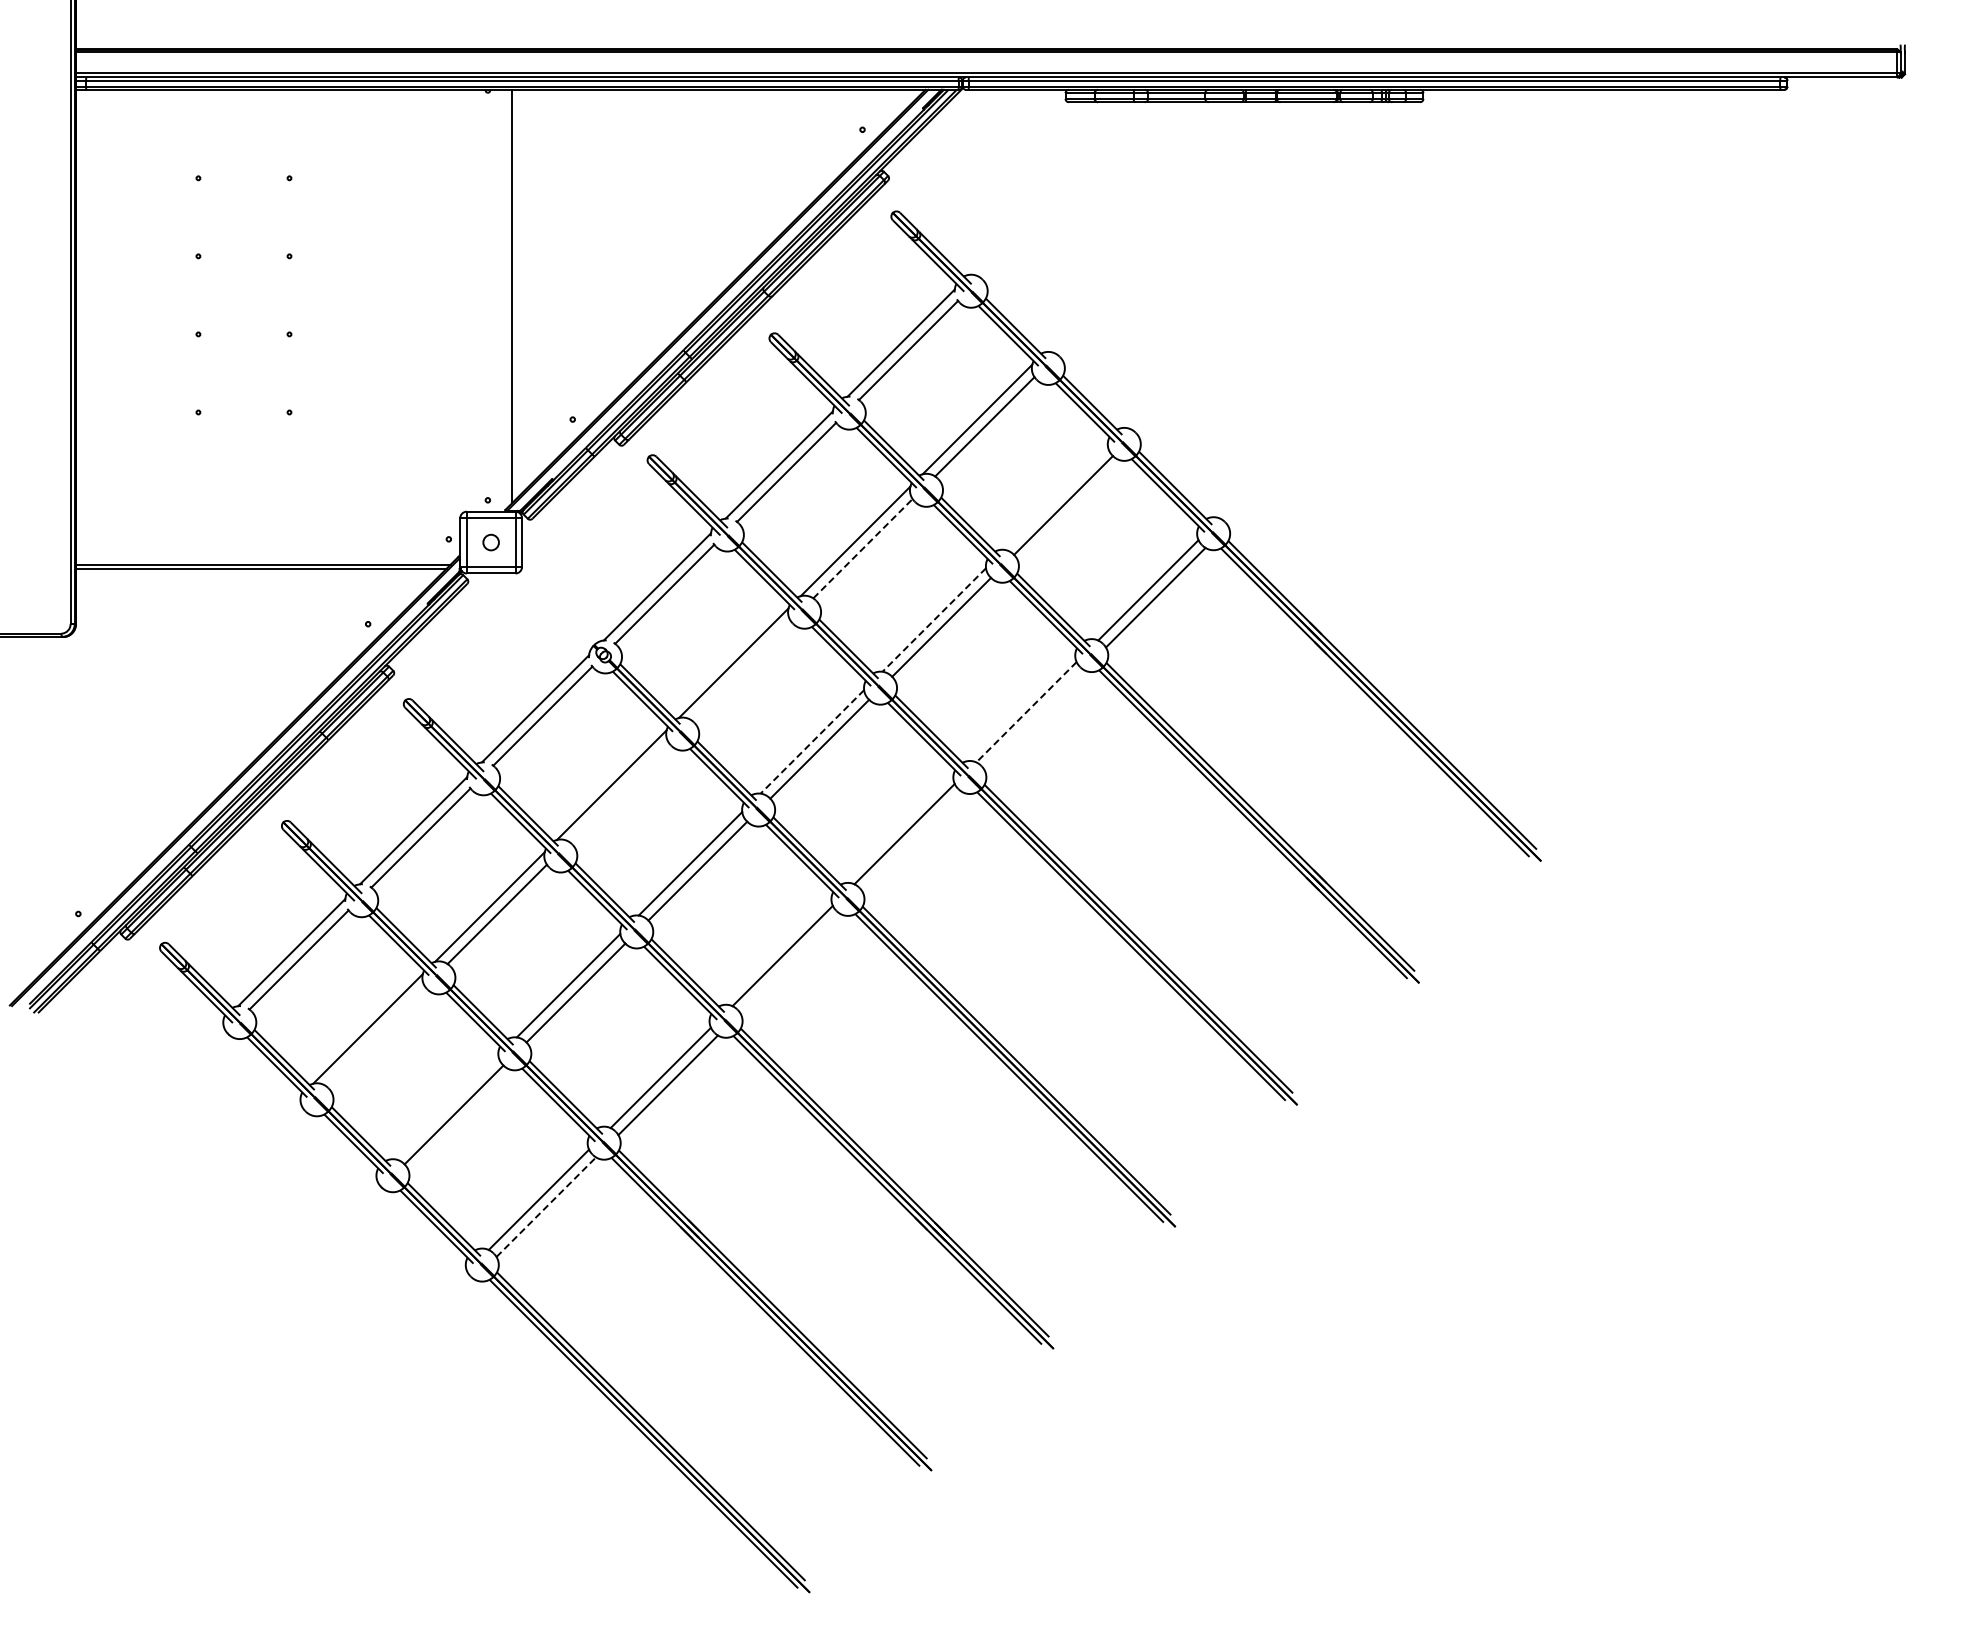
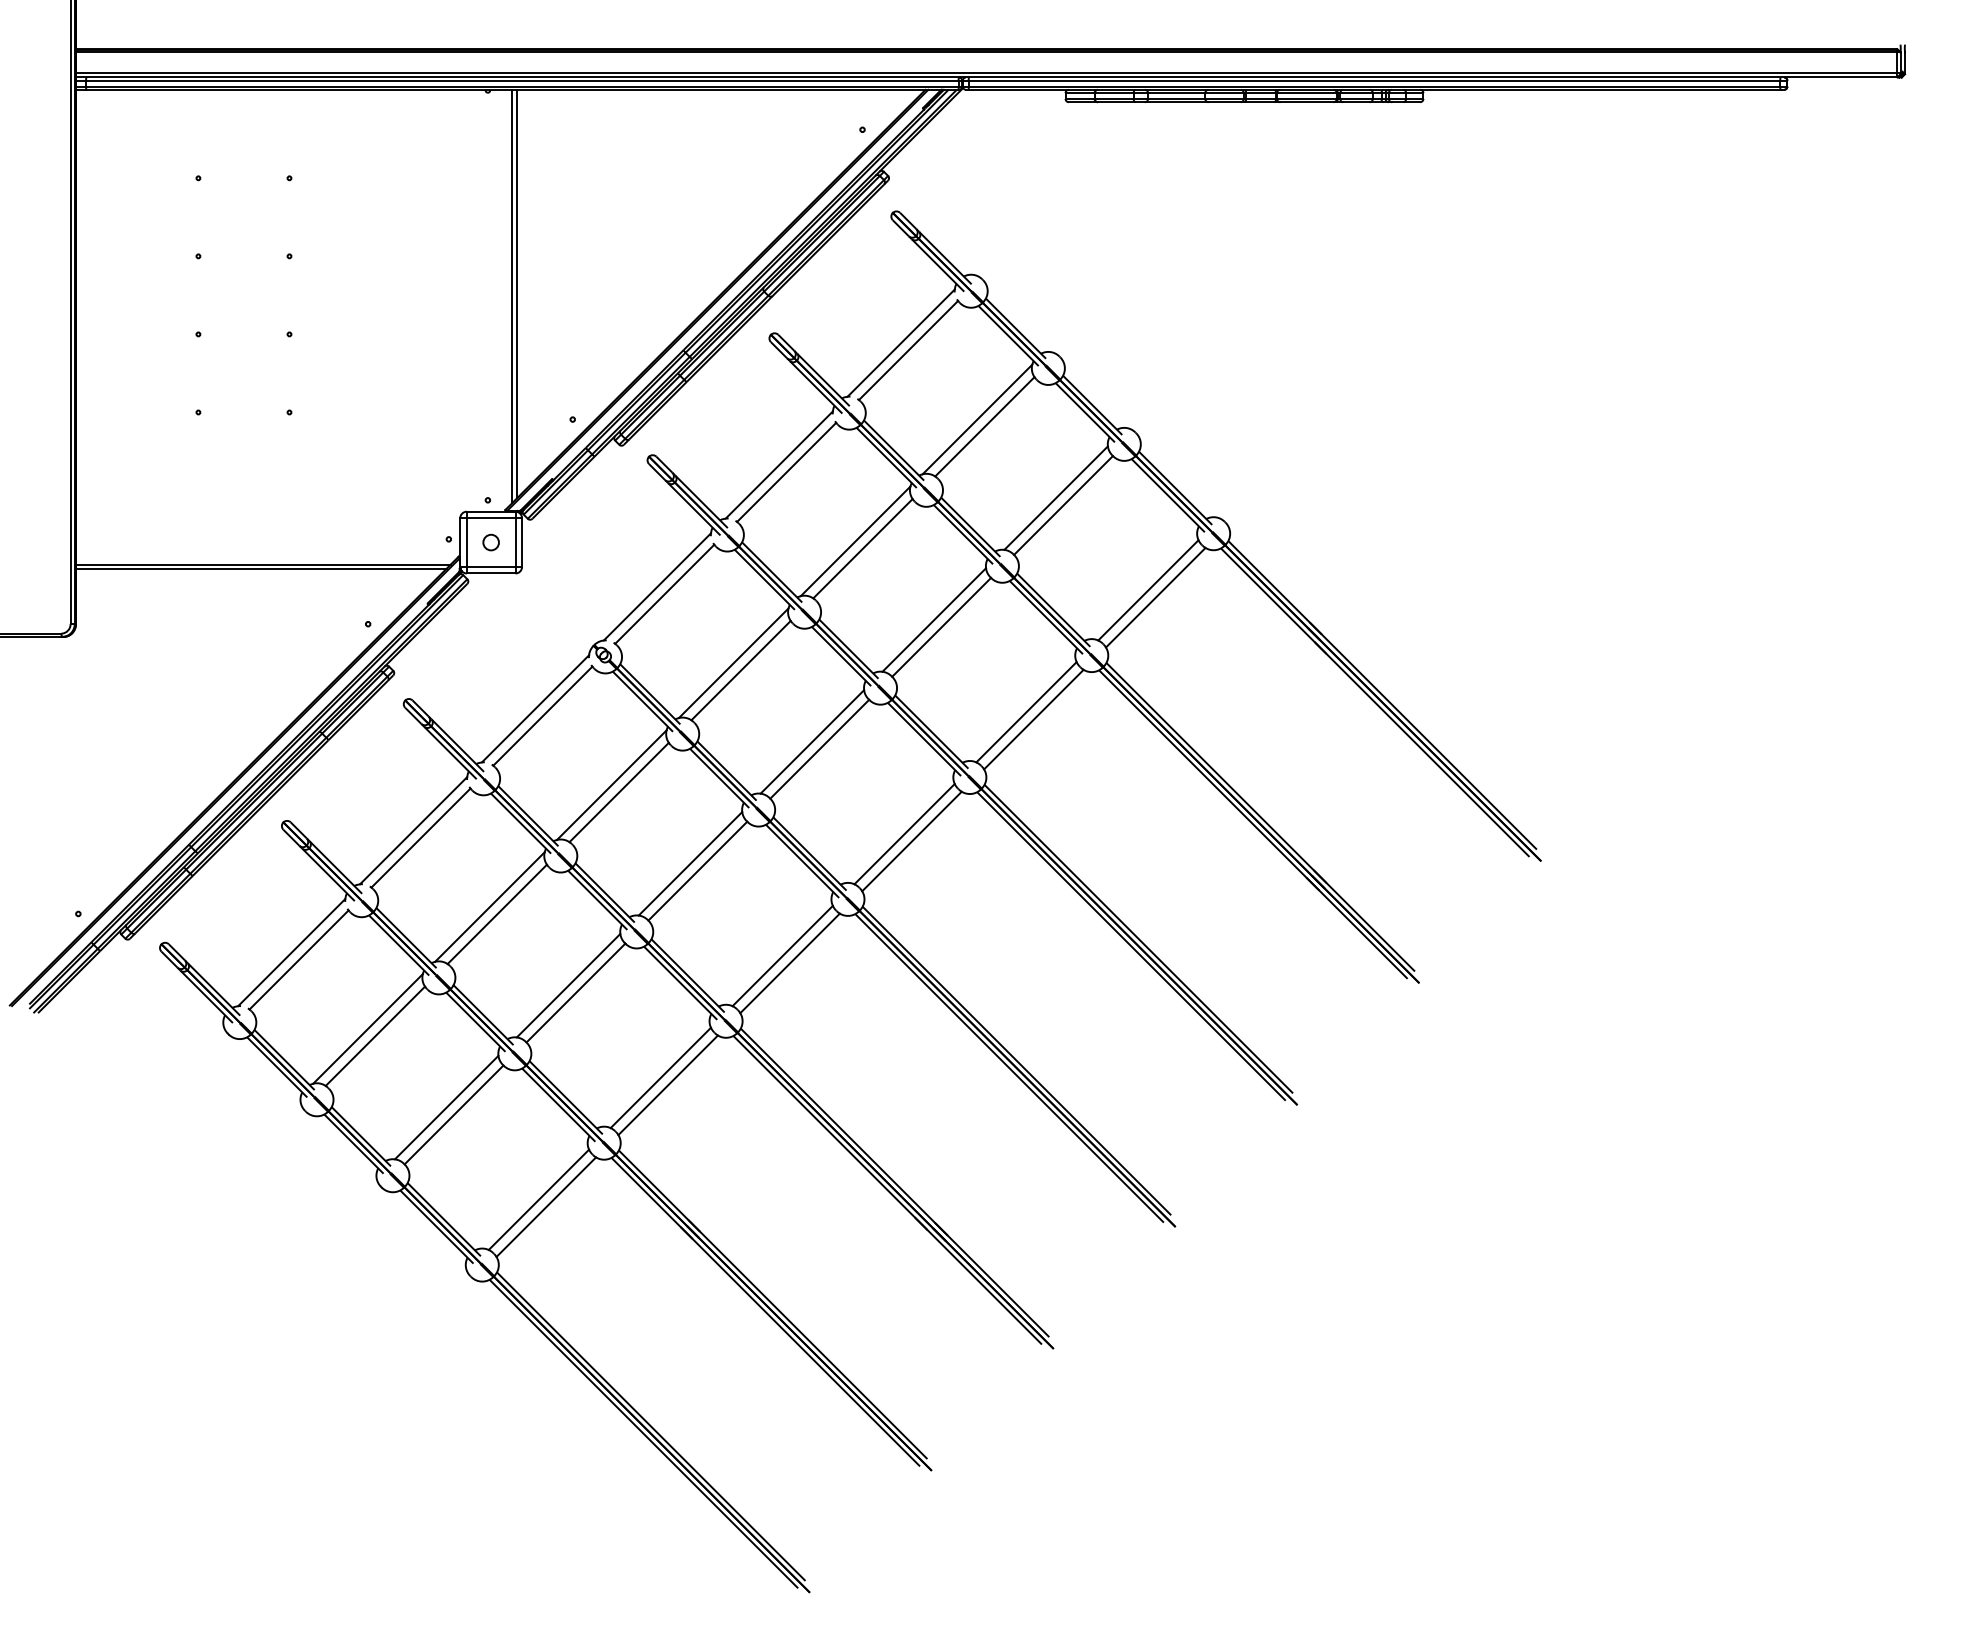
line at (517, 293): none -> present
line at (1055, 497): none -> present
line at (863, 548): dashed -> solid
line at (933, 620): dashed -> solid
line at (740, 670): none -> present
line at (1026, 712): dashed -> solid
line at (1033, 719): none -> present
line at (812, 742): dashed -> solid
line at (618, 792): none -> present
line at (911, 841): none -> present
line at (789, 963): none -> present
line at (375, 1035): none -> present
line at (446, 1107): none -> present
line at (546, 1206): dashed -> solid
